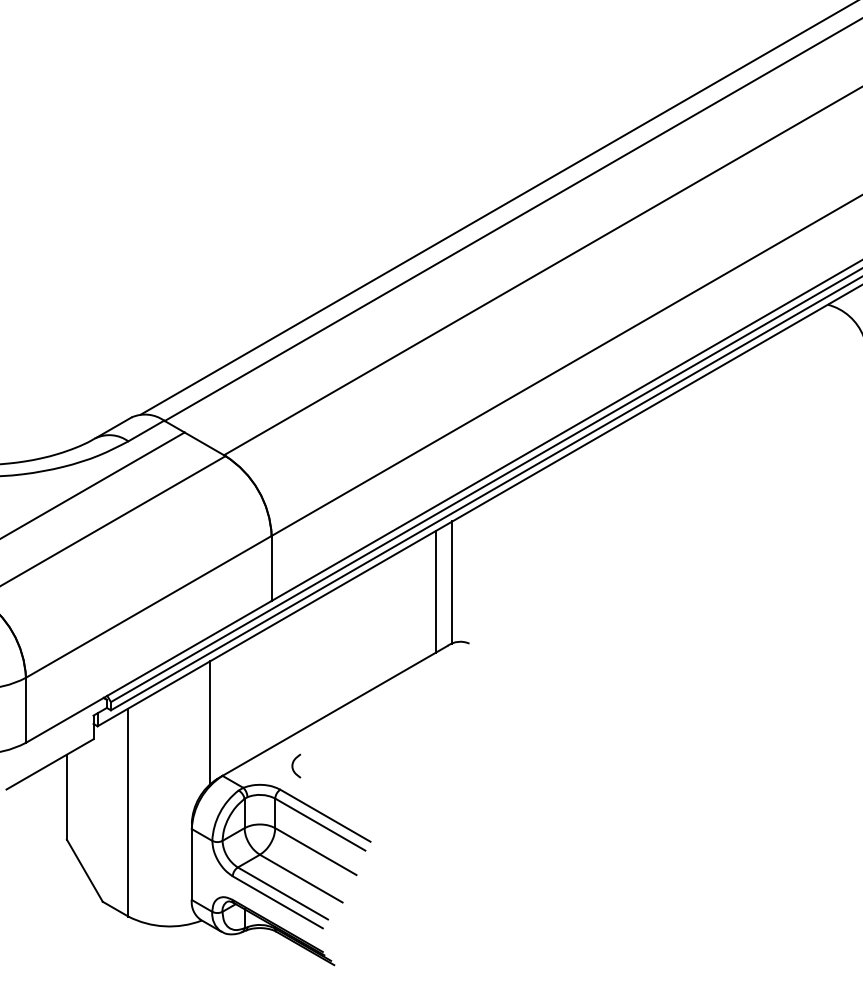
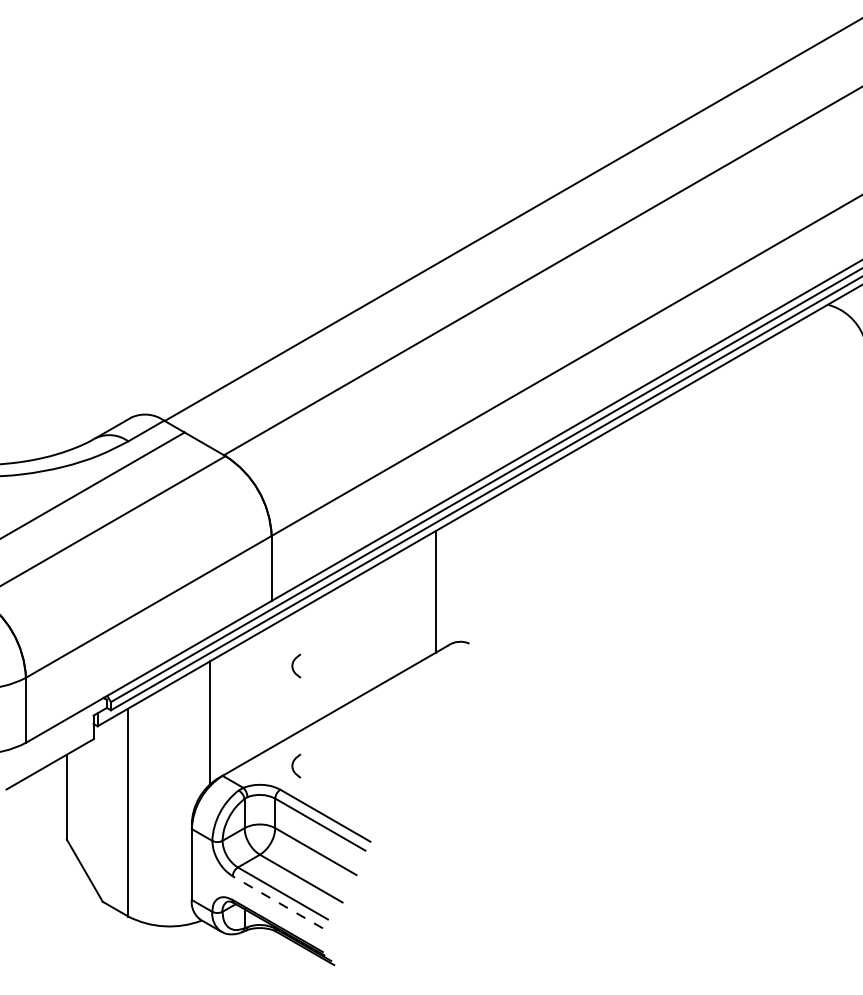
line at (497, 208): present -> none
line at (452, 582): present -> none
curve at (293, 665): none -> present
line at (277, 902): solid -> dashed
